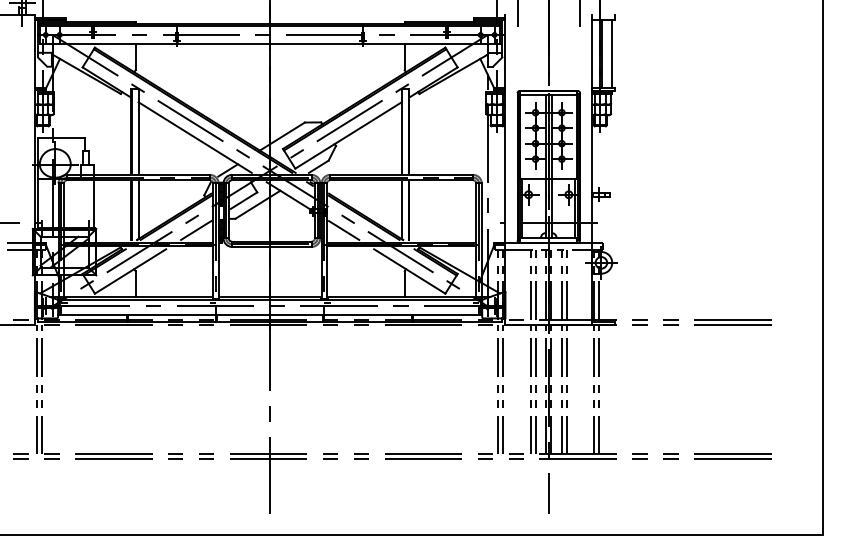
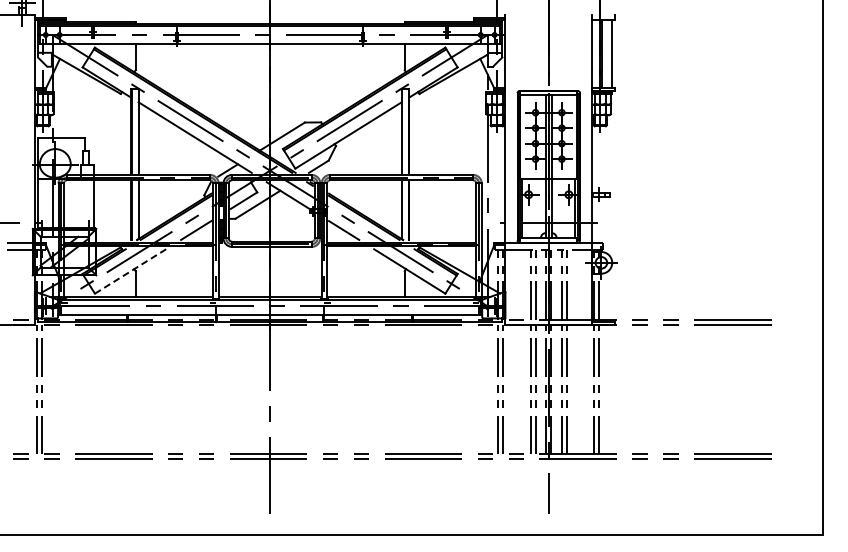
line at (517, 14): present -> none
line at (579, 14): present -> none
line at (130, 271): solid -> dashed
